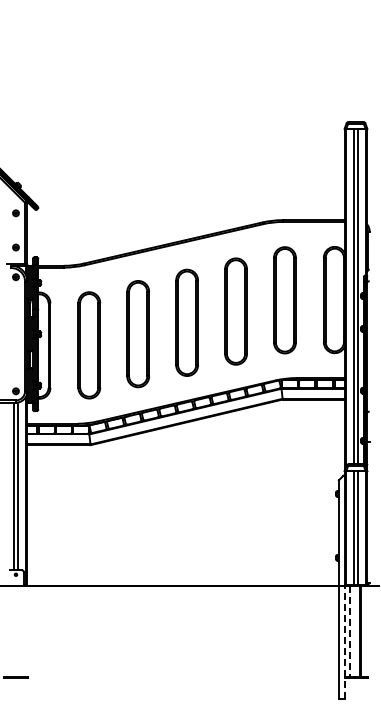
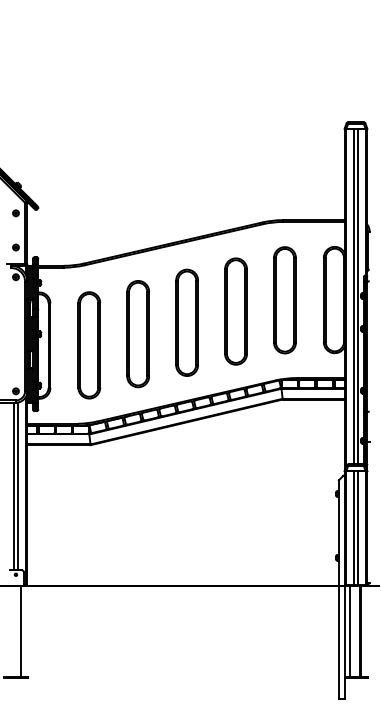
line at (20, 631): none -> present
line at (350, 631): dashed -> solid
line at (344, 642): dashed -> solid
